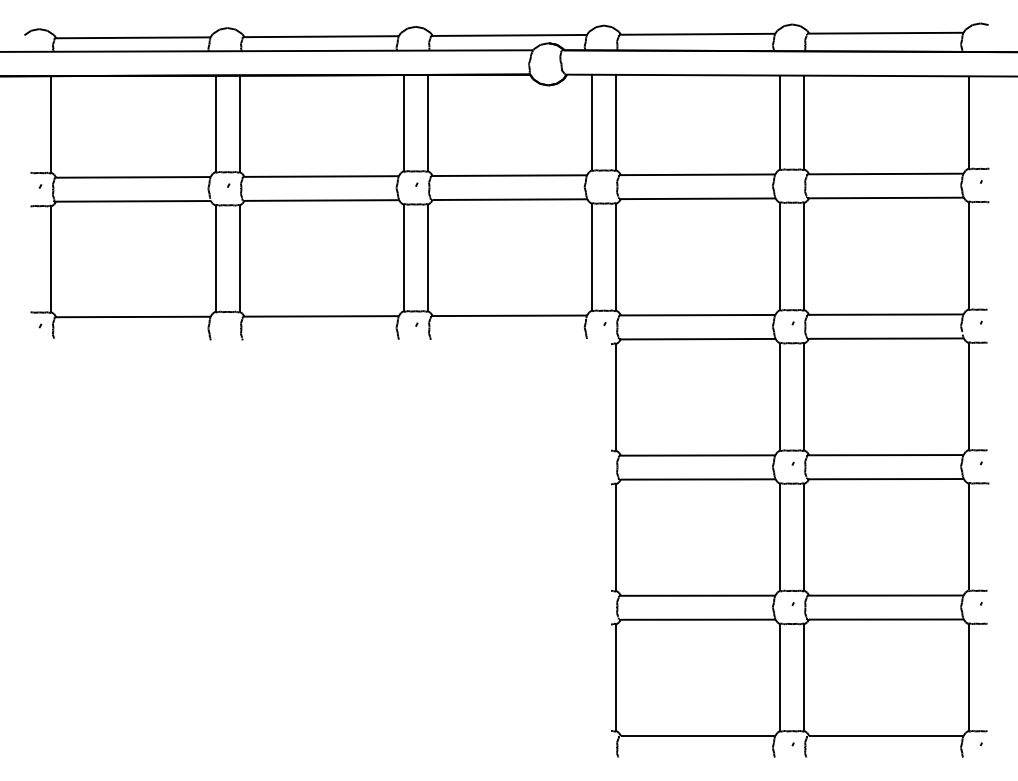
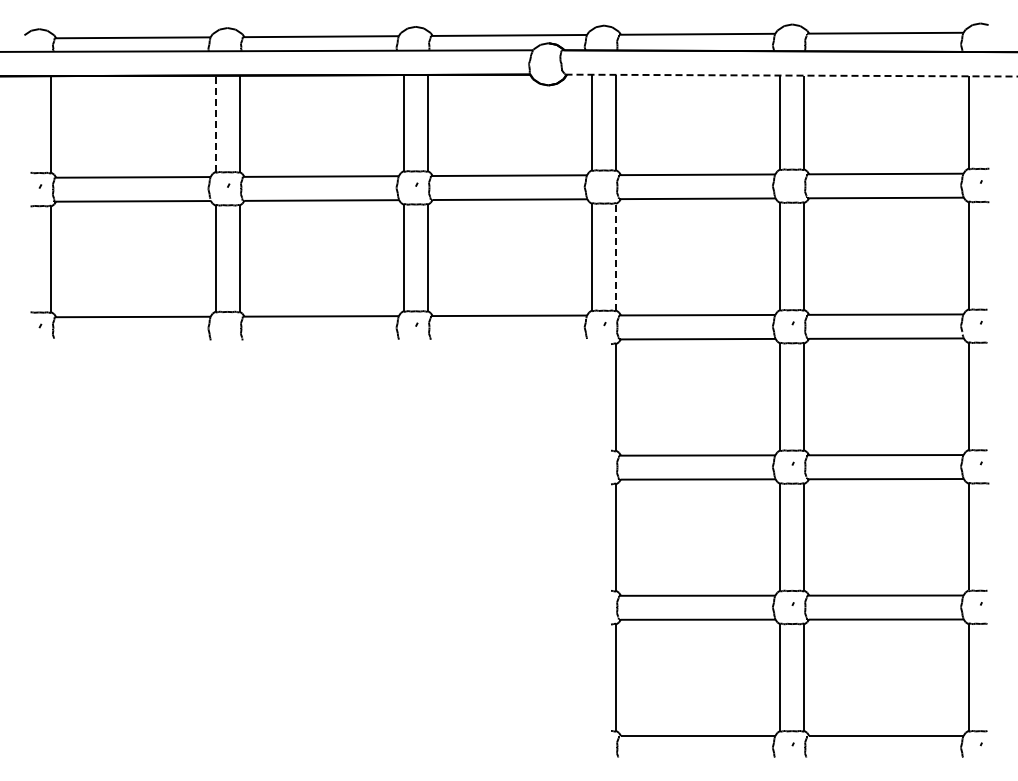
line at (791, 75): solid -> dashed
line at (215, 123): solid -> dashed
line at (616, 256): solid -> dashed
